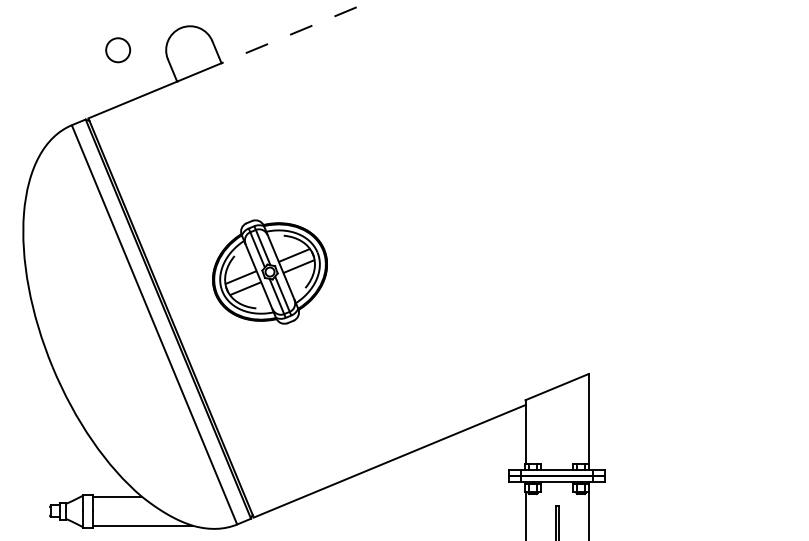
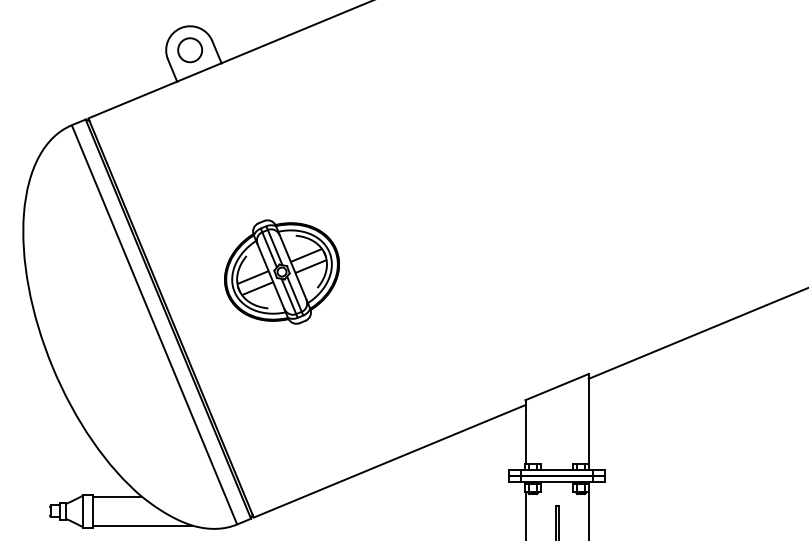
line at (297, 31): dashed -> solid
circle at (118, 50) position: (118, 50) -> (190, 50)
part at (269, 271) position: (269, 271) -> (281, 271)
line at (696, 333): none -> present
